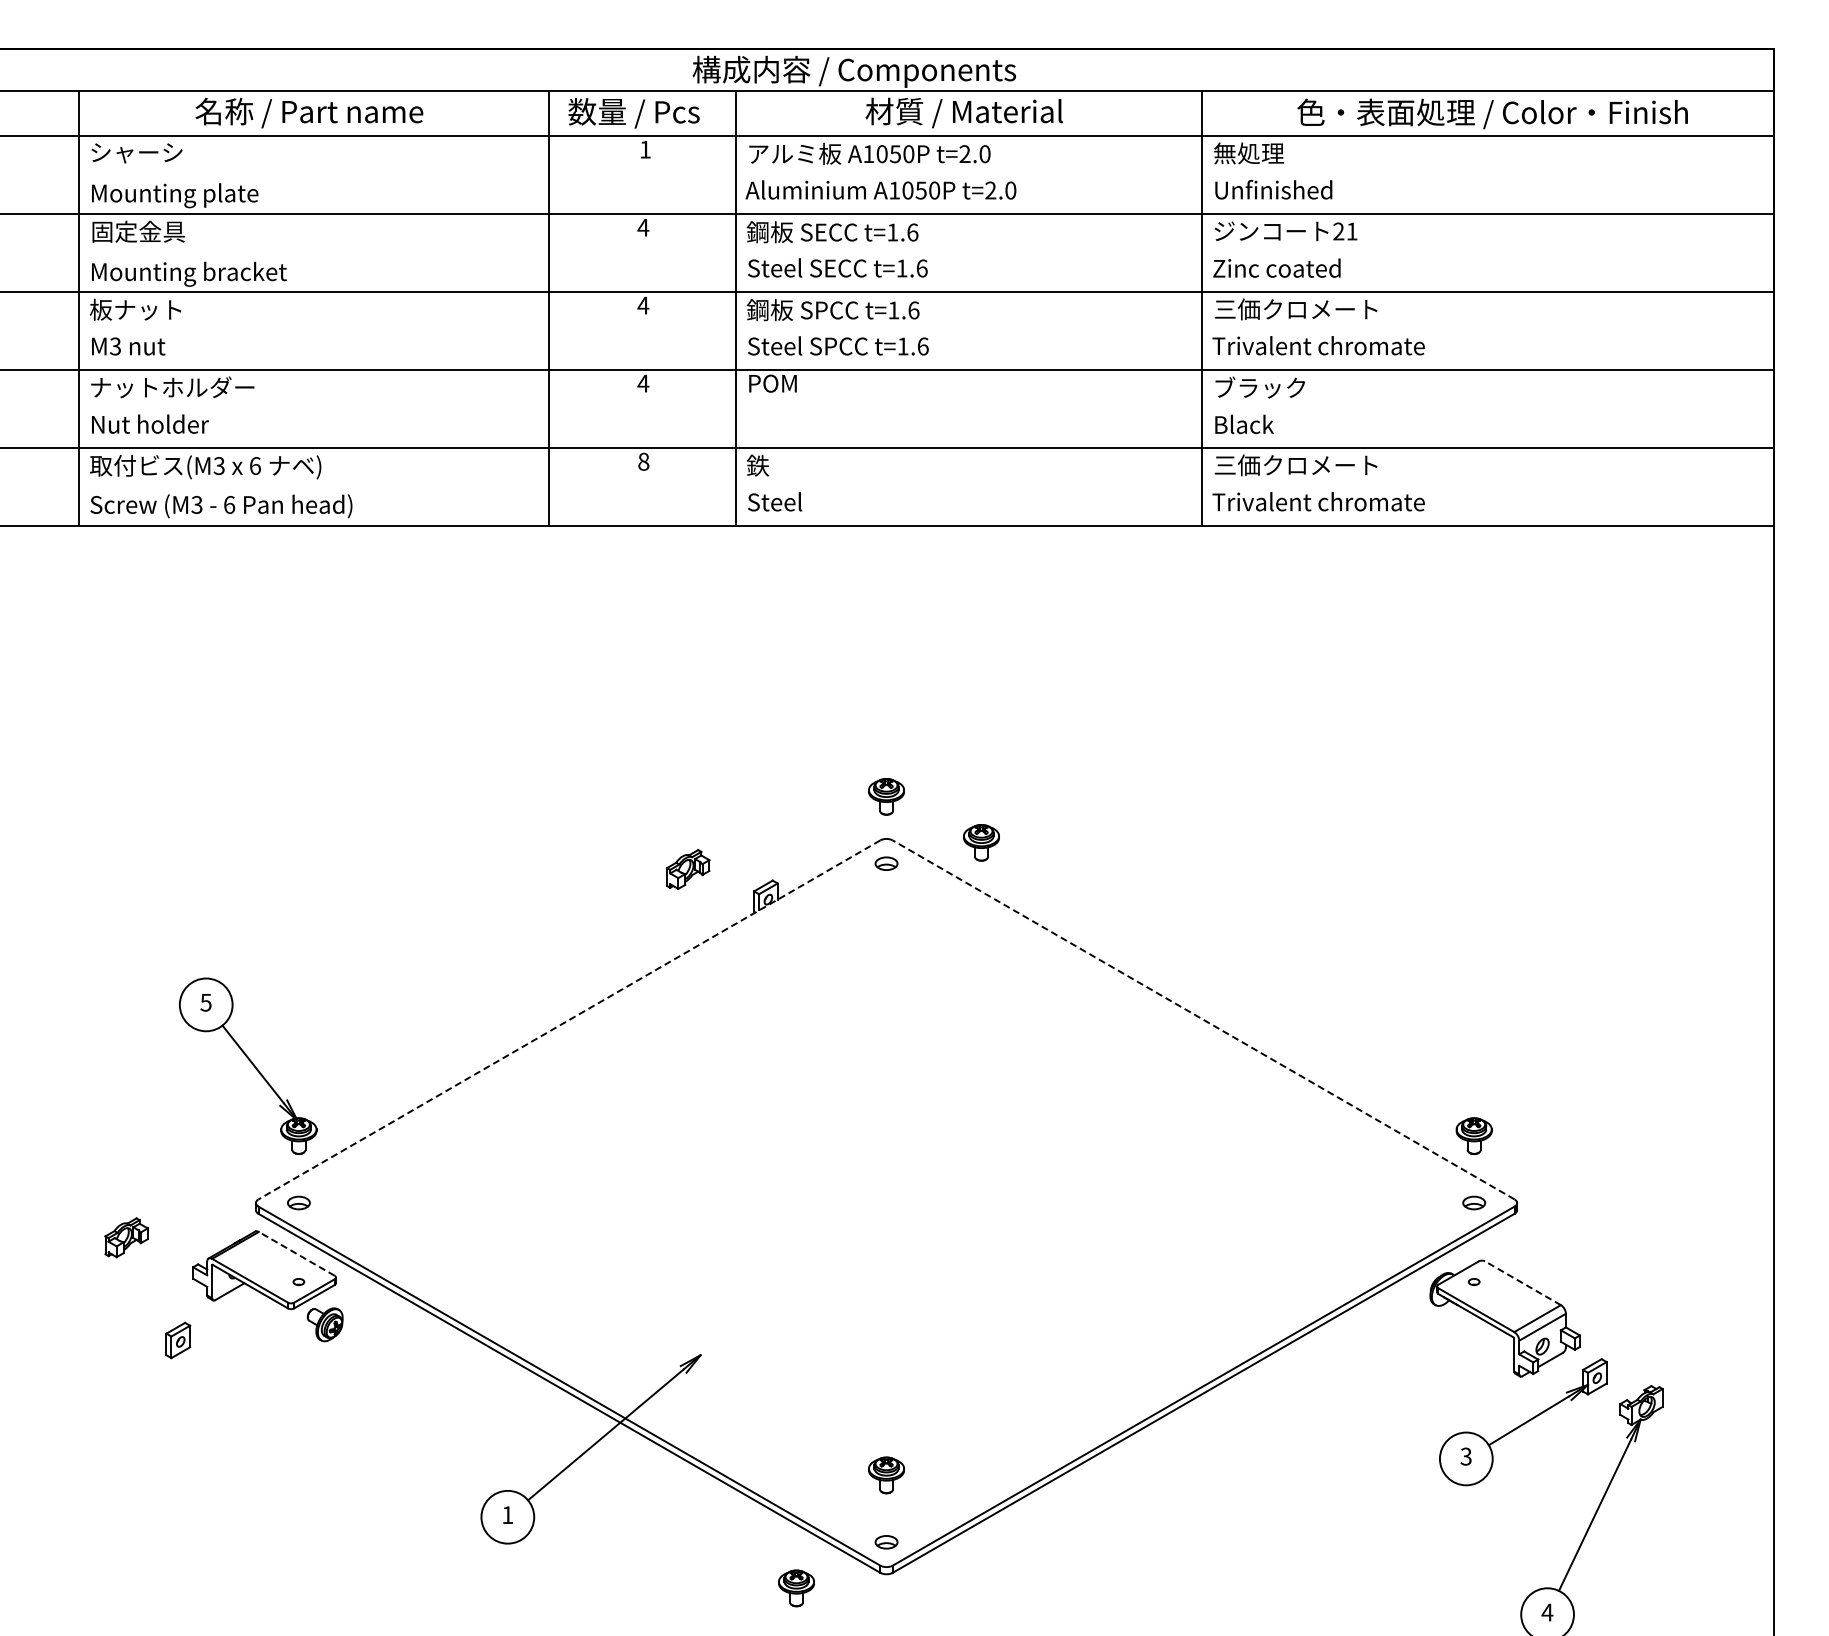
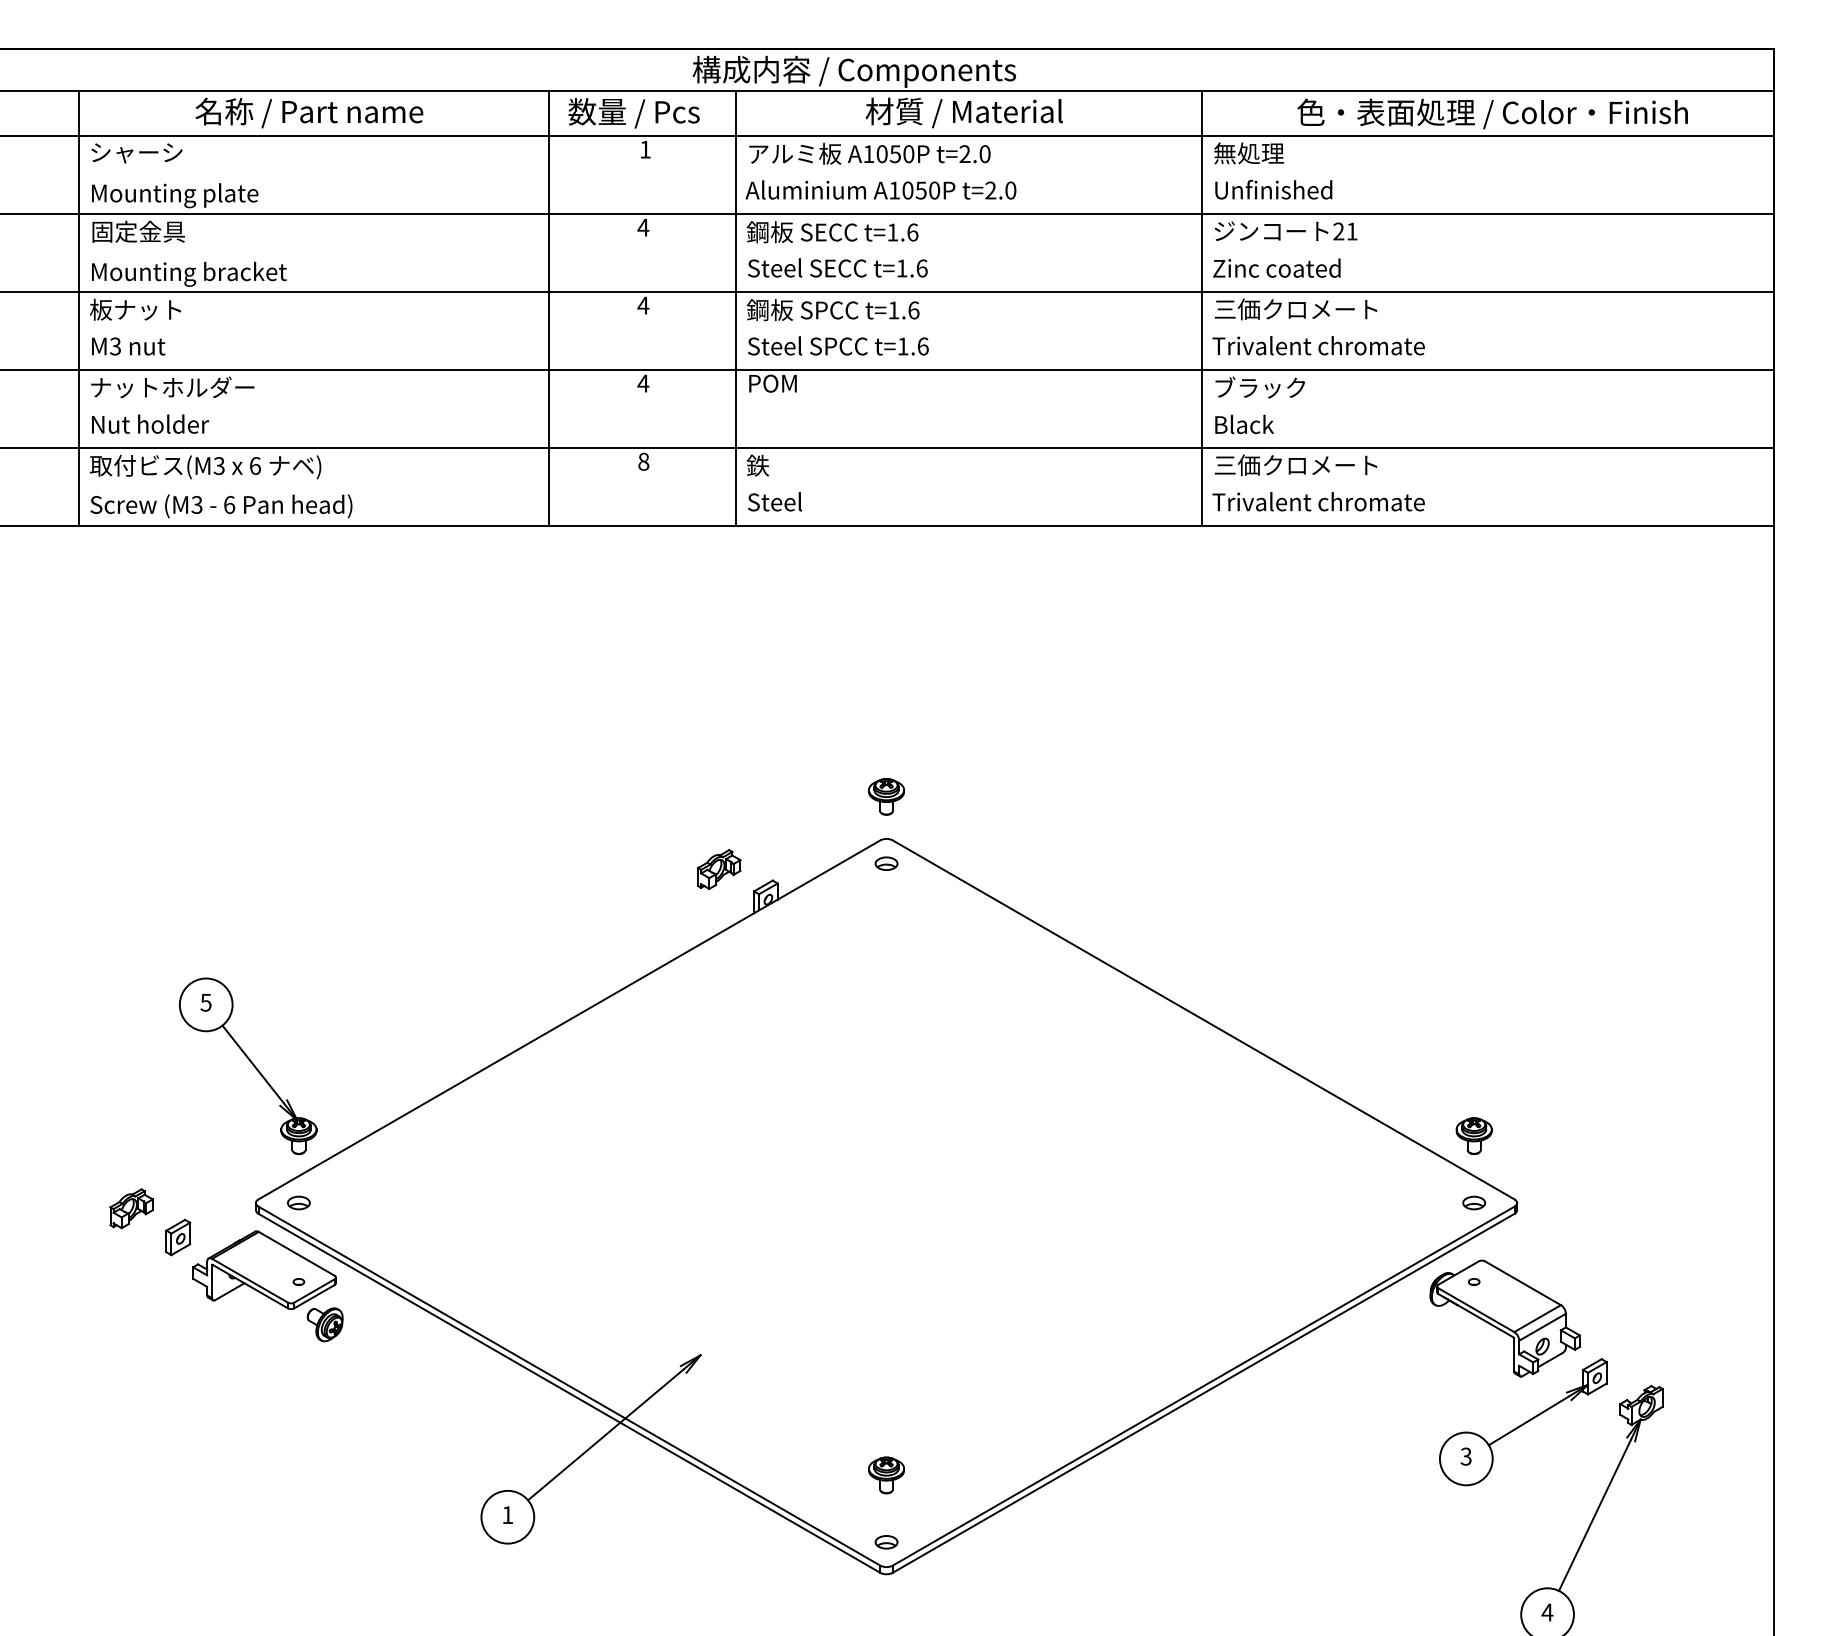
part at (981, 842): present -> none
part at (688, 869) position: (688, 869) -> (719, 869)
line at (1203, 1019): dashed -> solid
line at (568, 1020): dashed -> solid
part at (126, 1237) position: (126, 1237) -> (131, 1208)
line at (296, 1253): dashed -> solid
line at (1523, 1283): dashed -> solid
part at (178, 1340) position: (178, 1340) -> (178, 1237)
part at (796, 1588): present -> none
